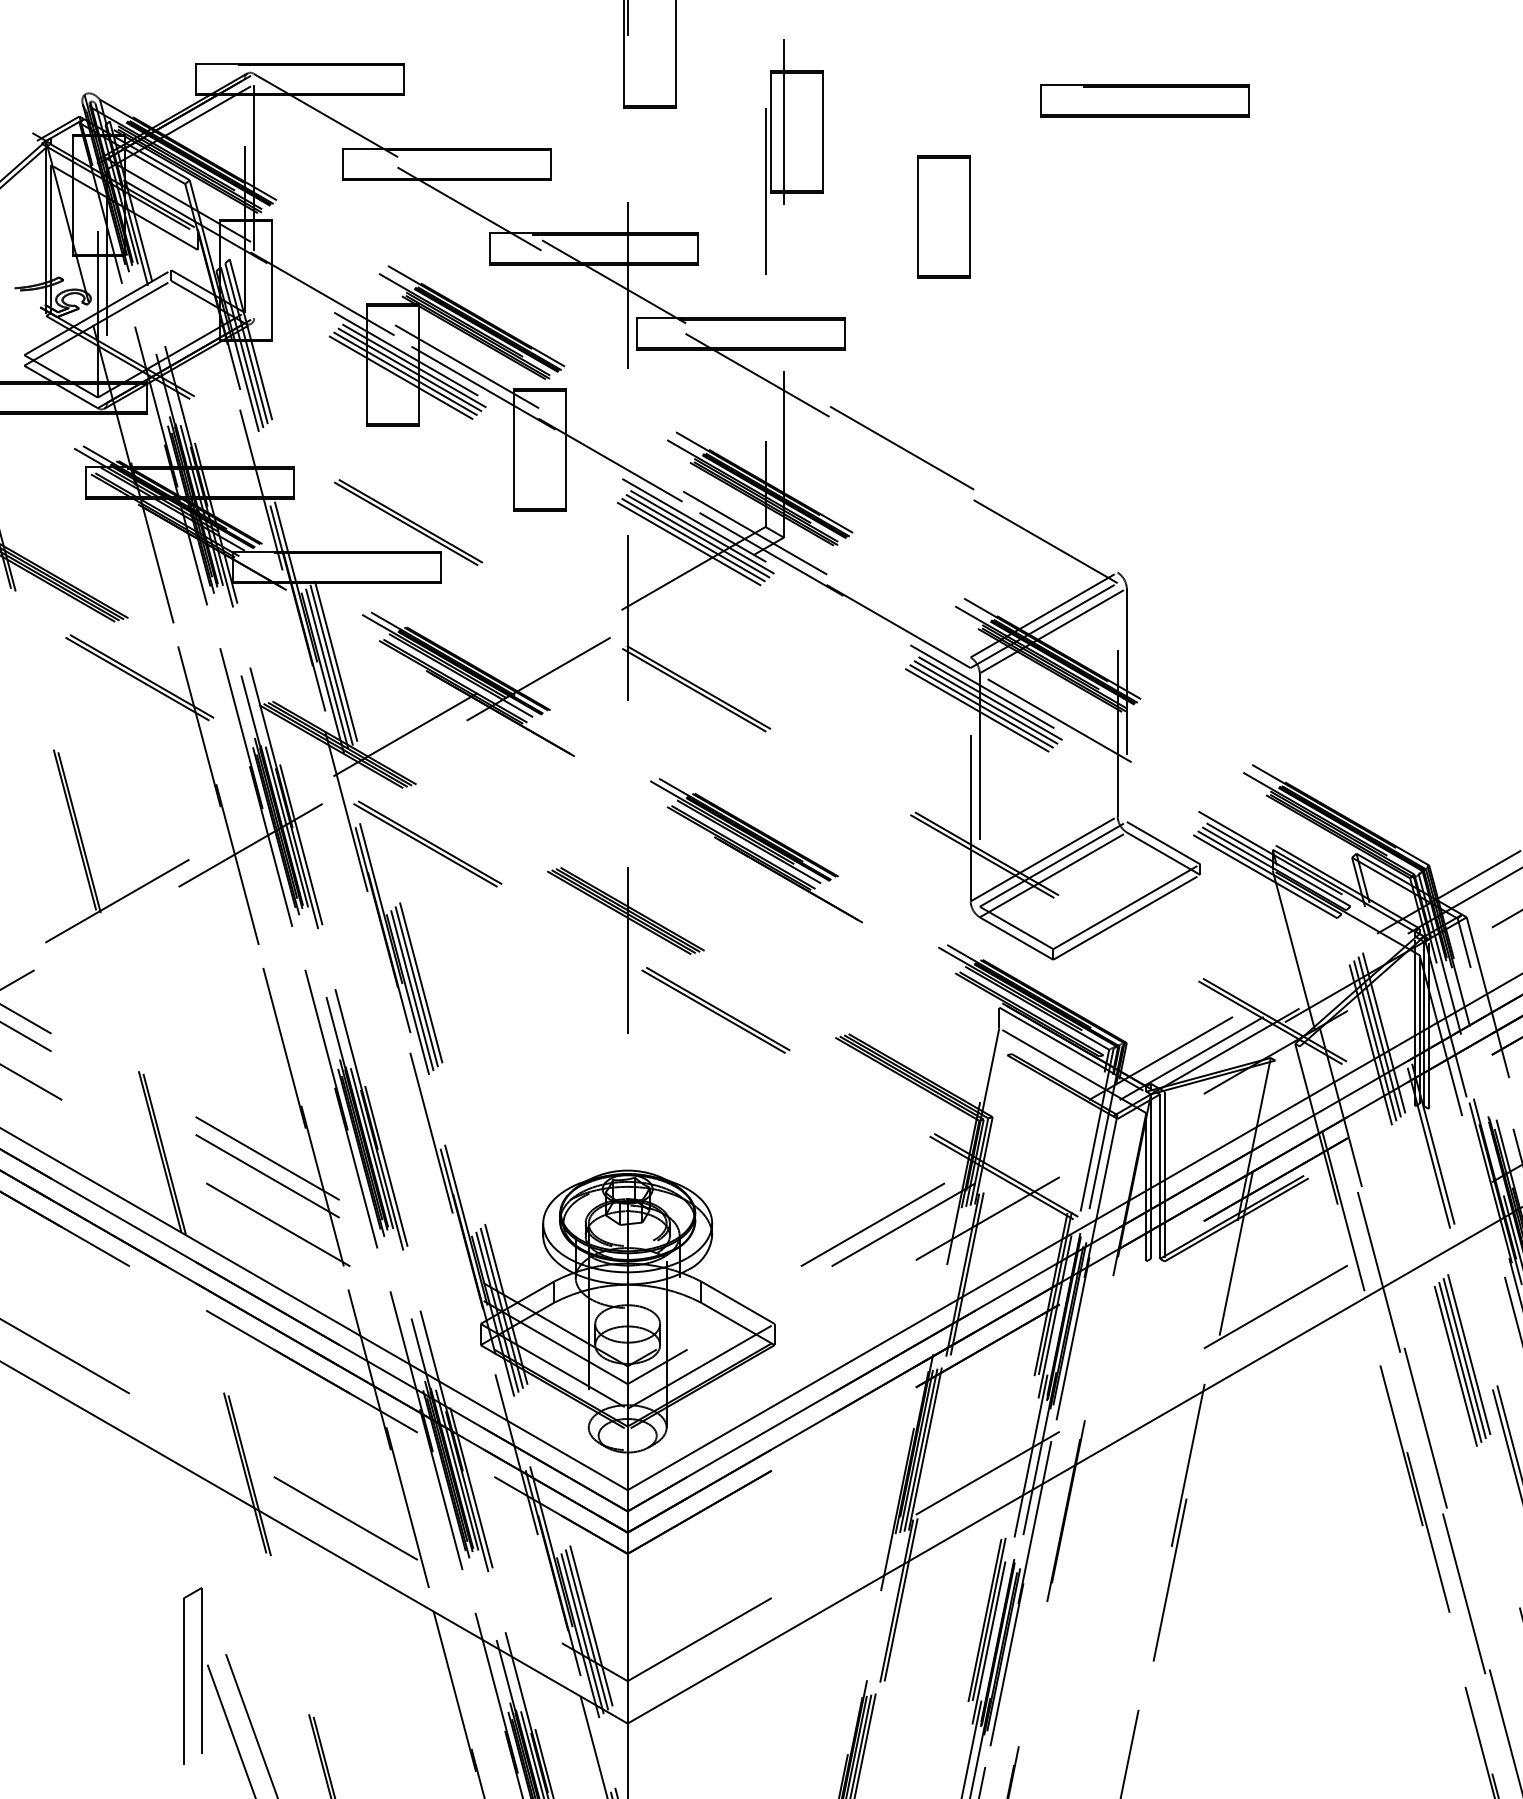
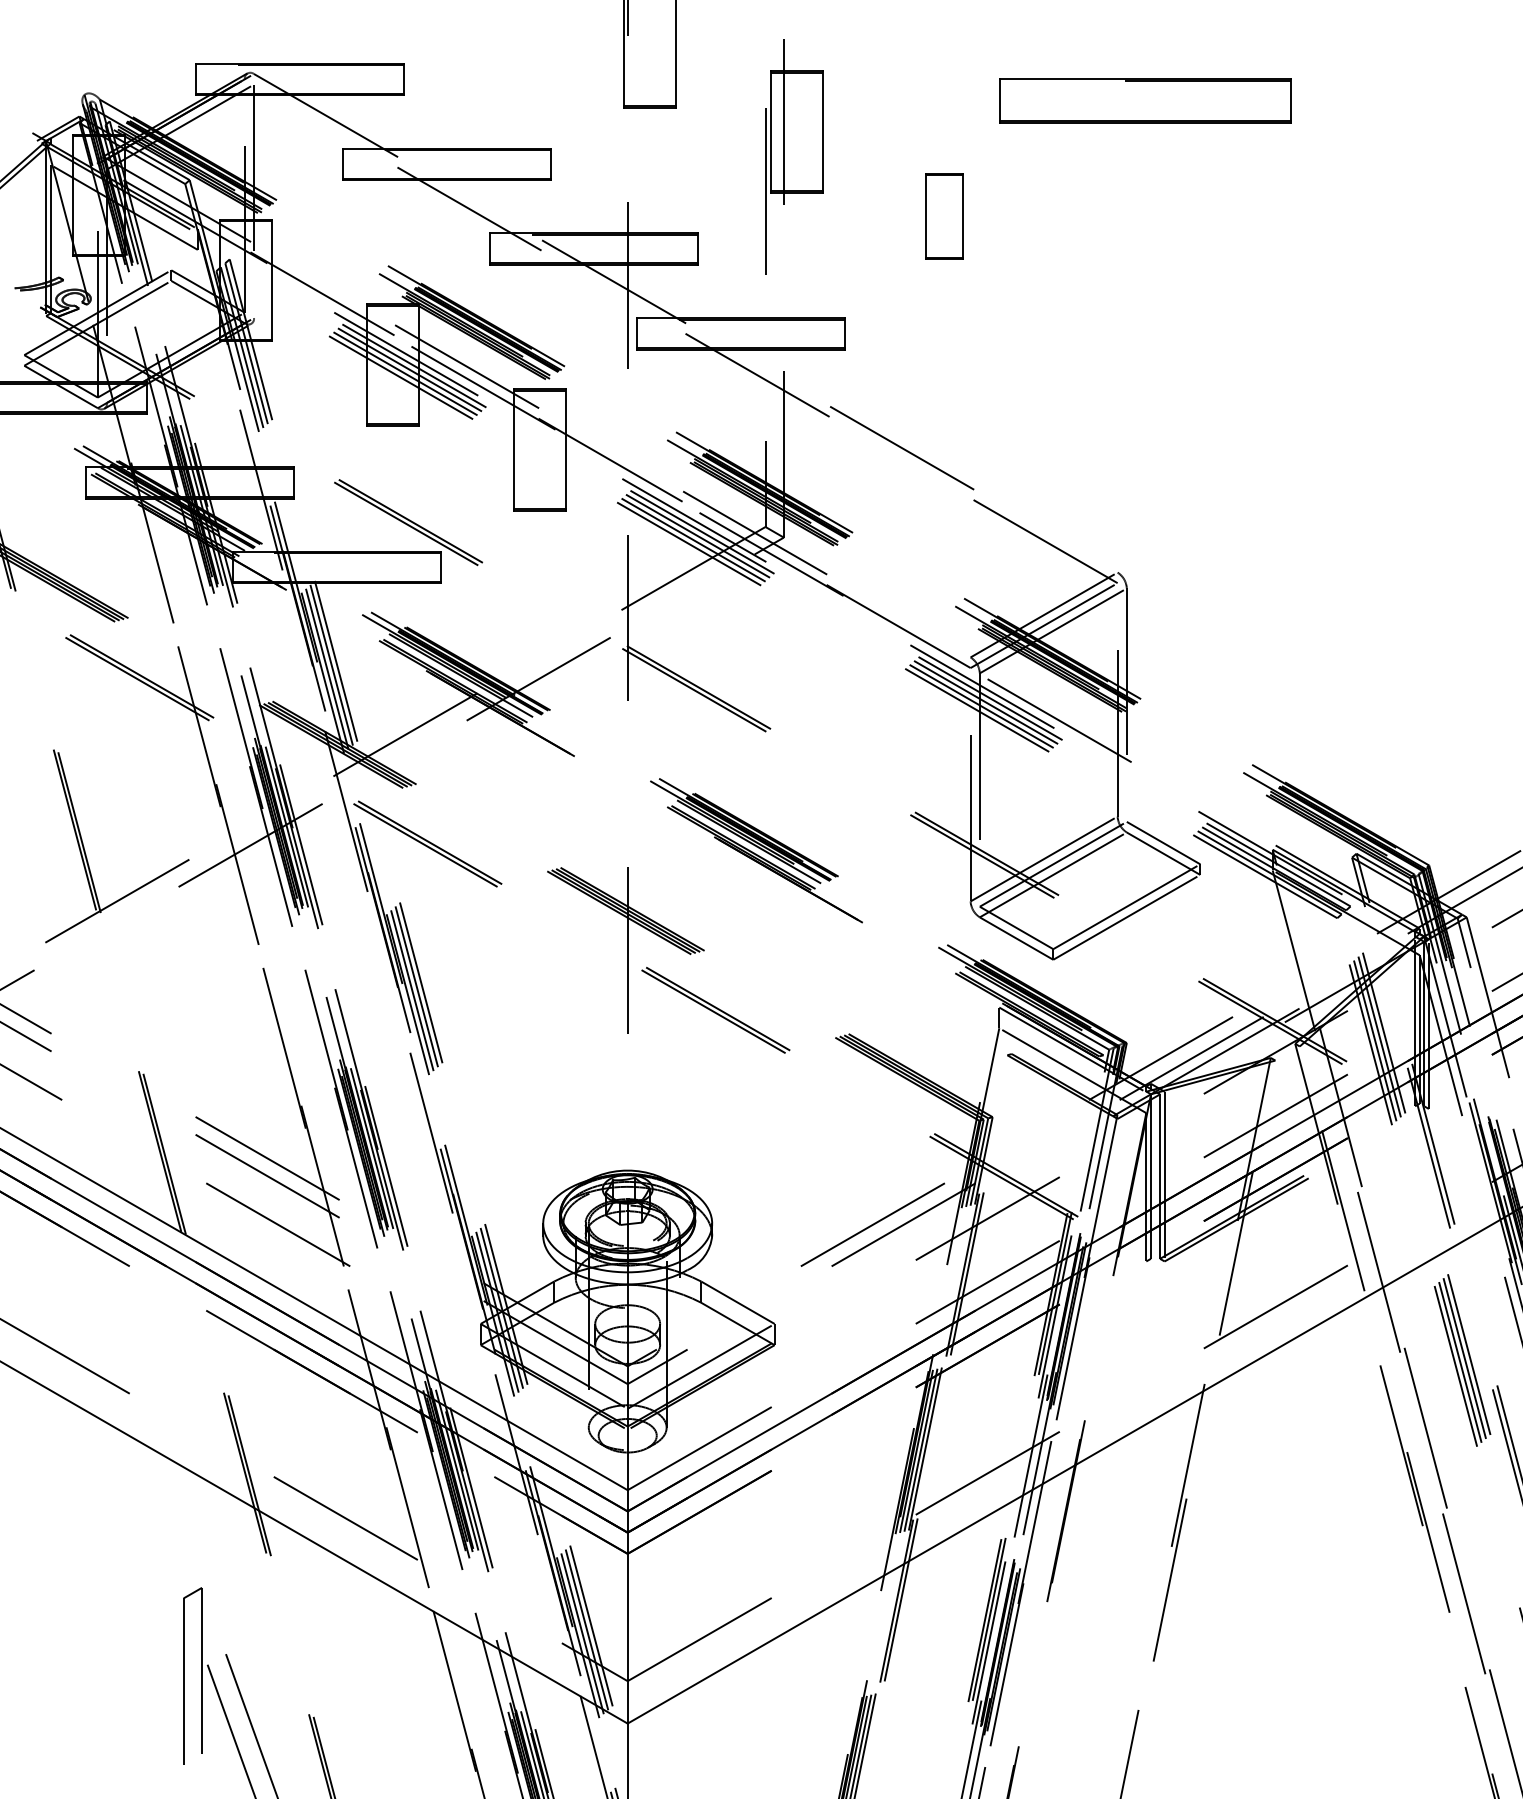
part at (1144, 100) size: 210x34 px -> 293x46 px
part at (943, 216) size: 54x124 px -> 39x87 px
line at (1075, 1231): solid -> dashed
